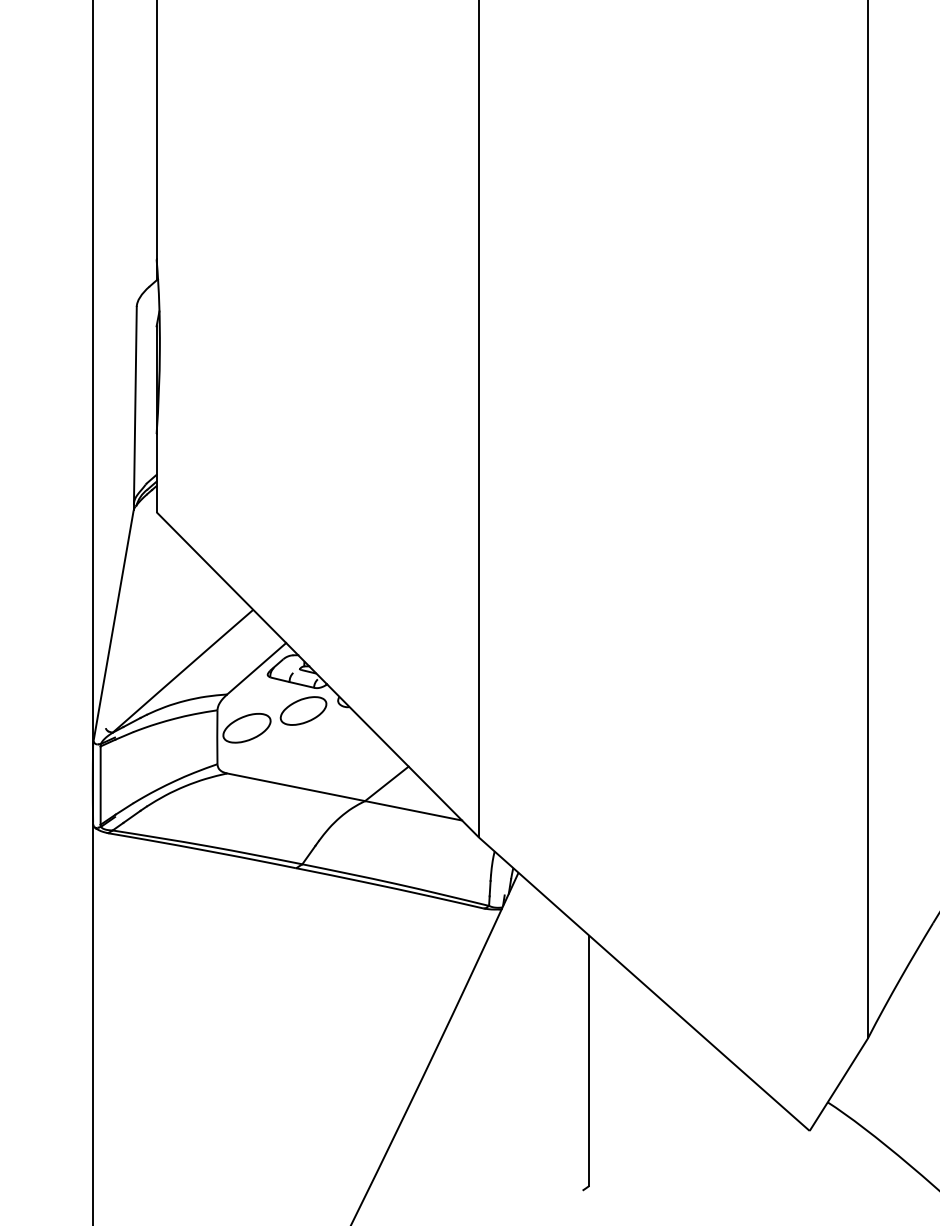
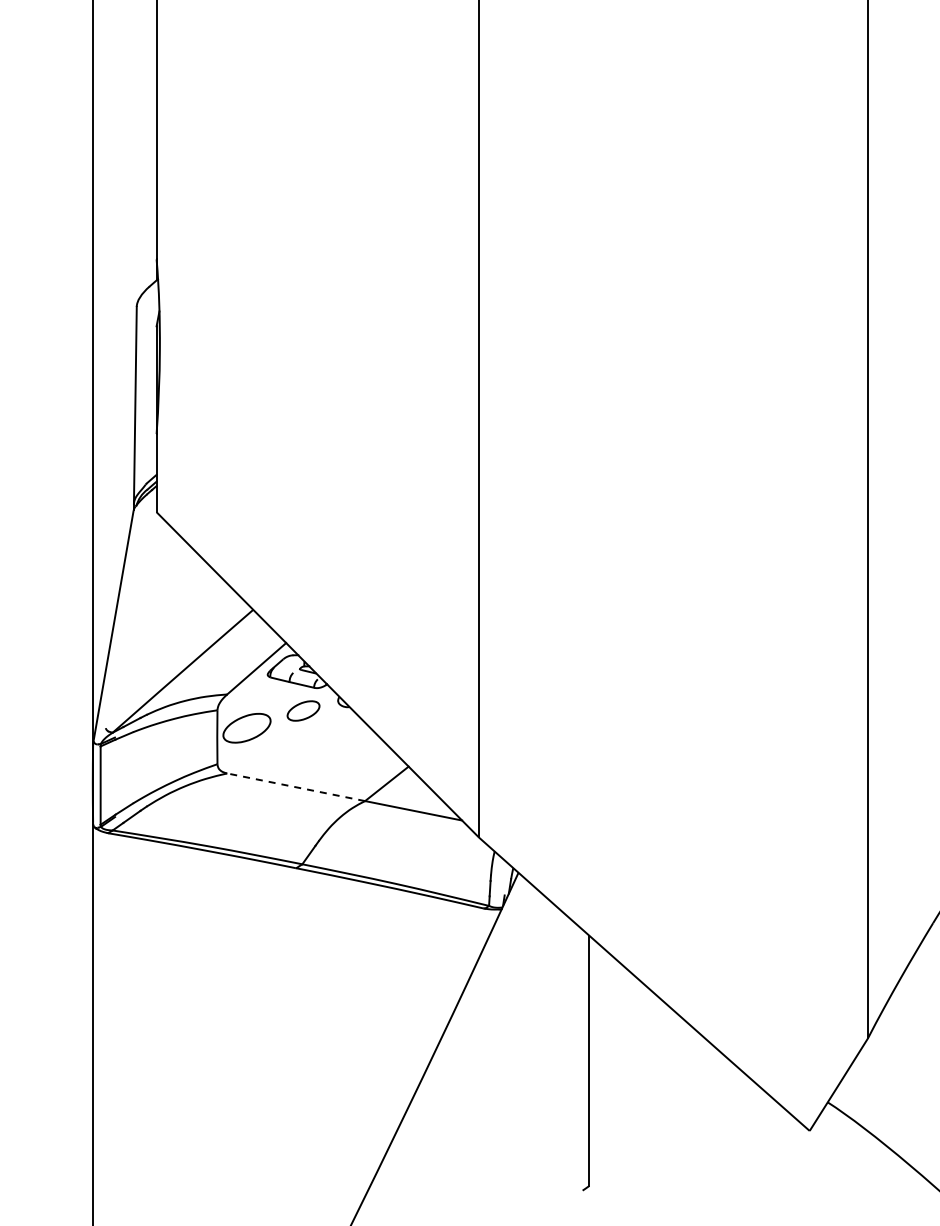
part at (303, 710) size: 49x30 px -> 35x22 px
line at (295, 787): solid -> dashed
